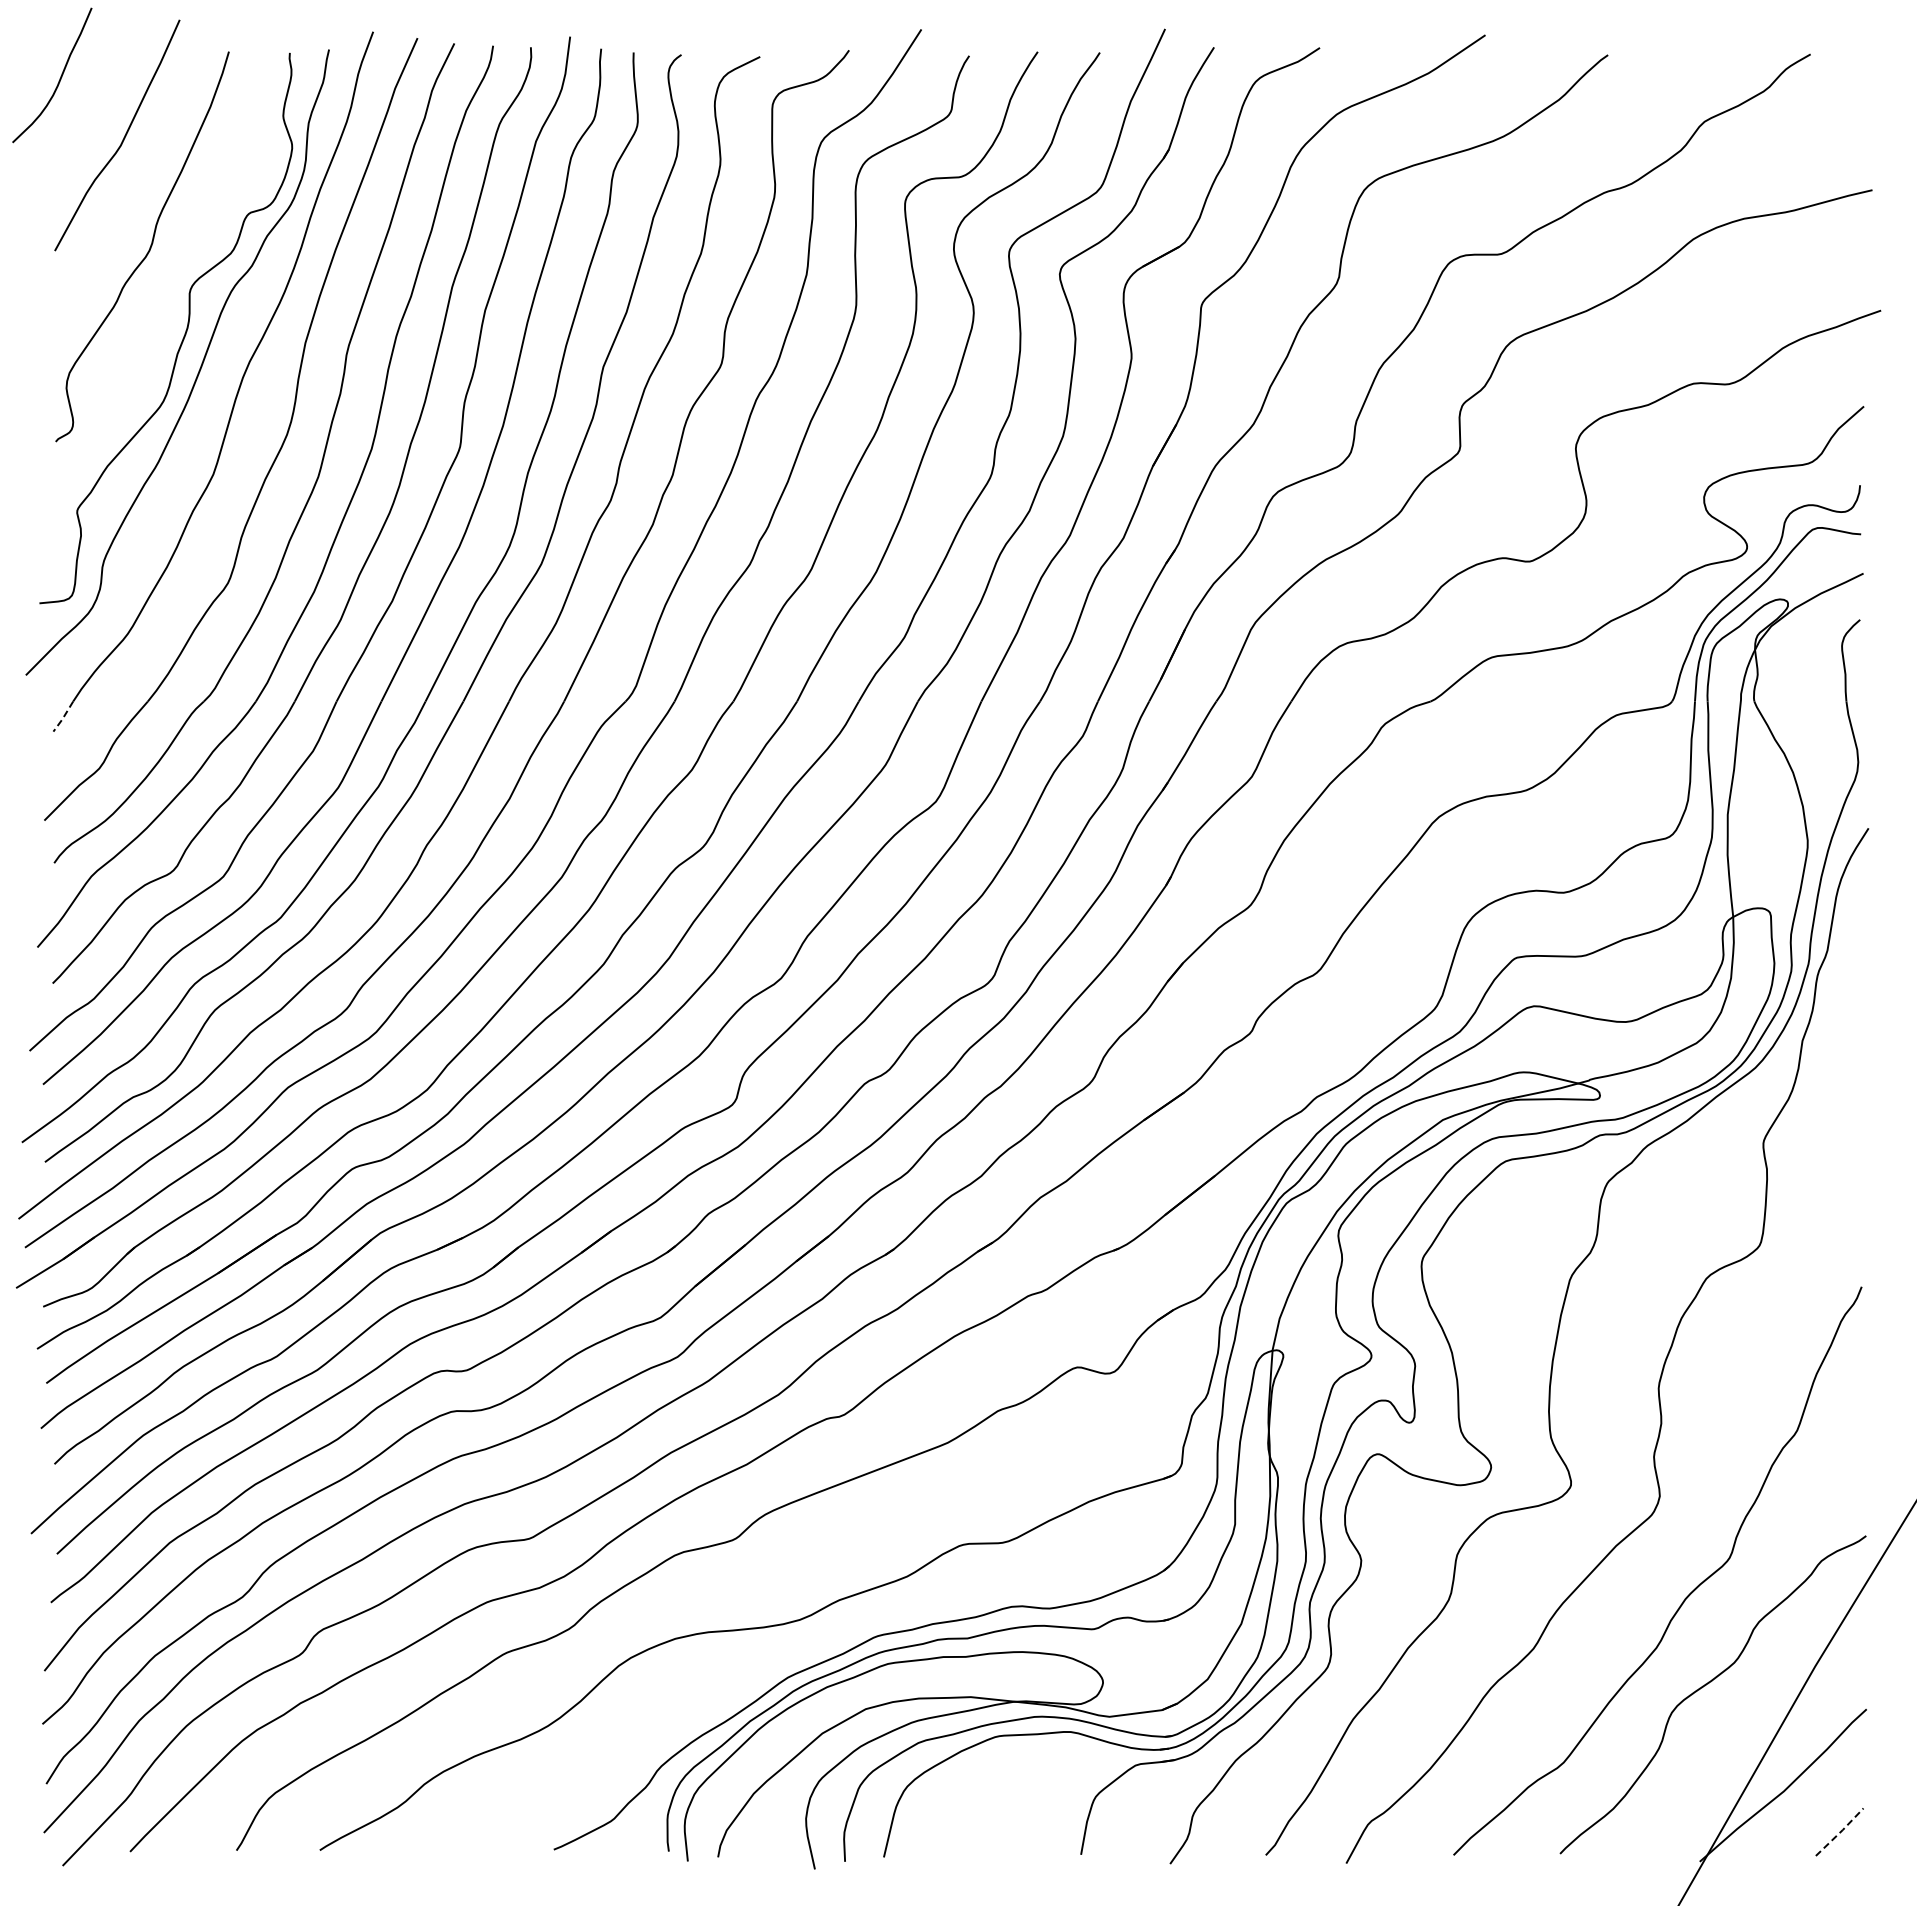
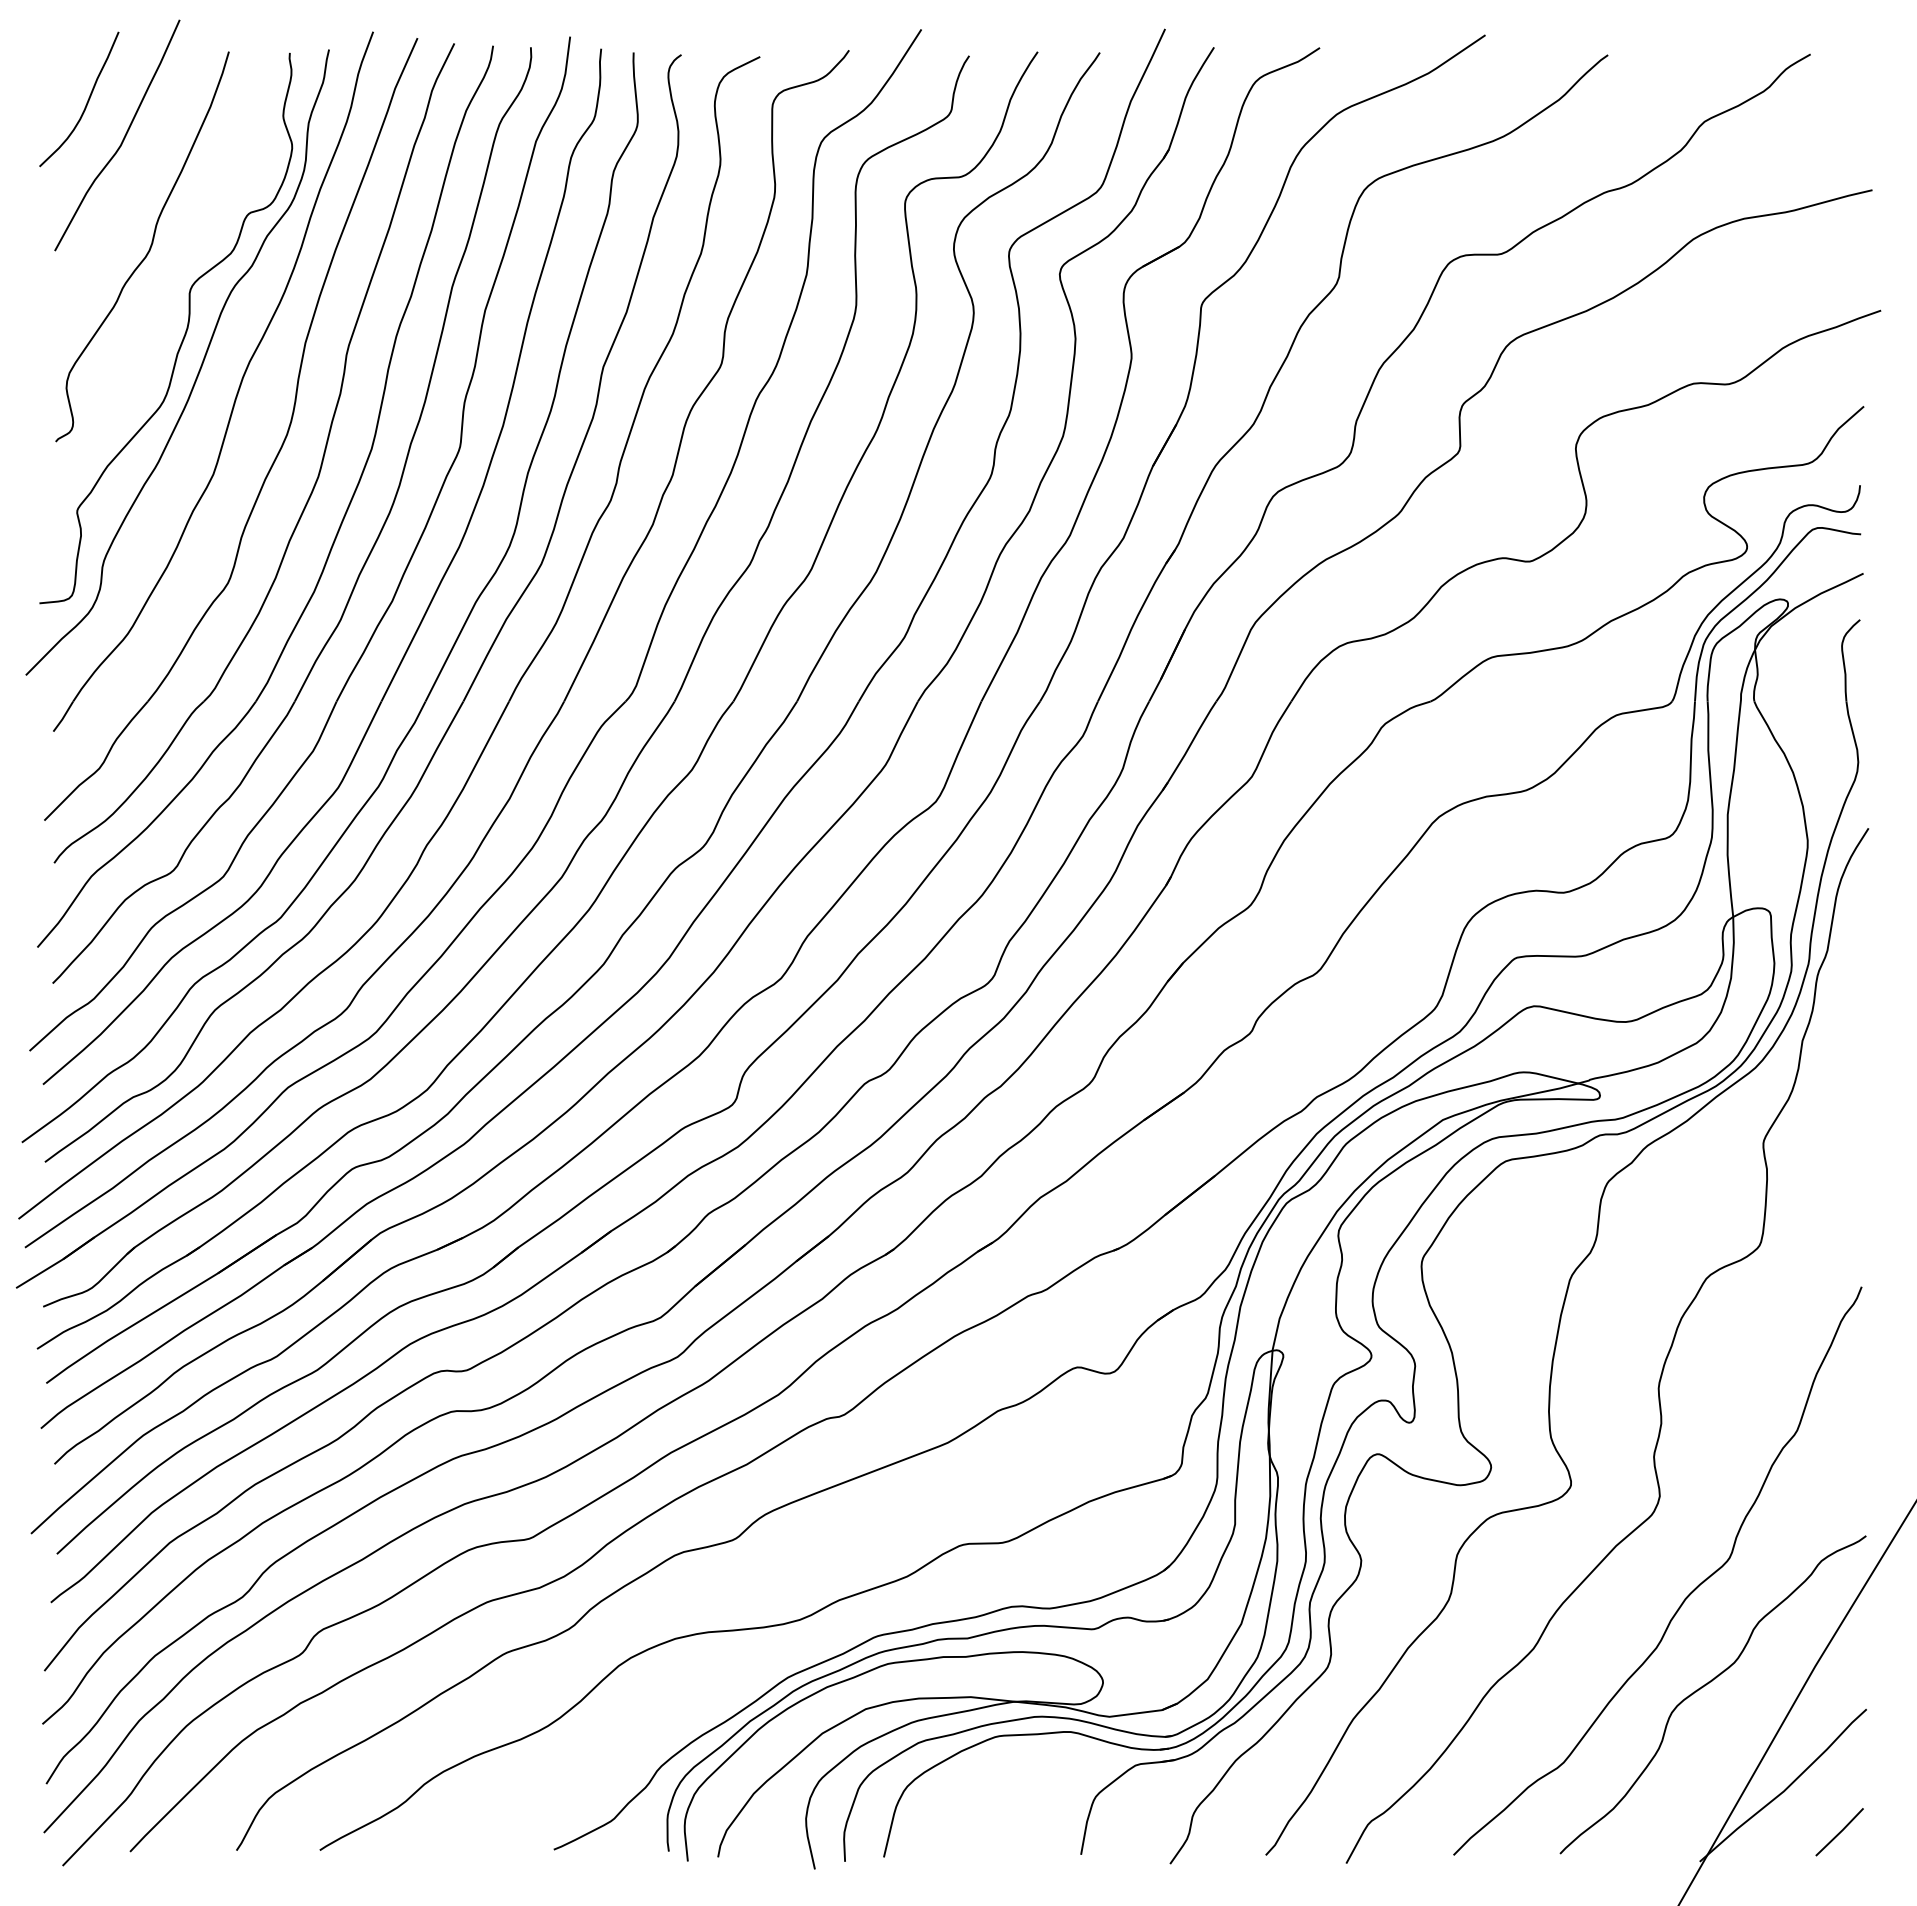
curve at (59, 78) position: (59, 78) -> (86, 102)
line at (63, 717): dashed -> solid
line at (1840, 1832): dashed -> solid
